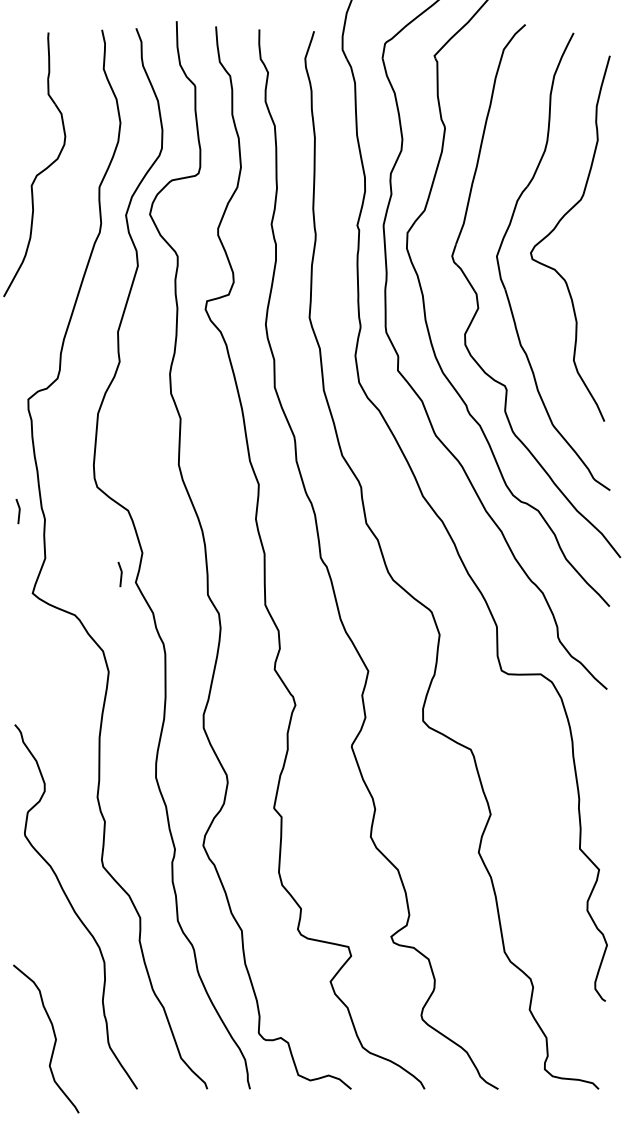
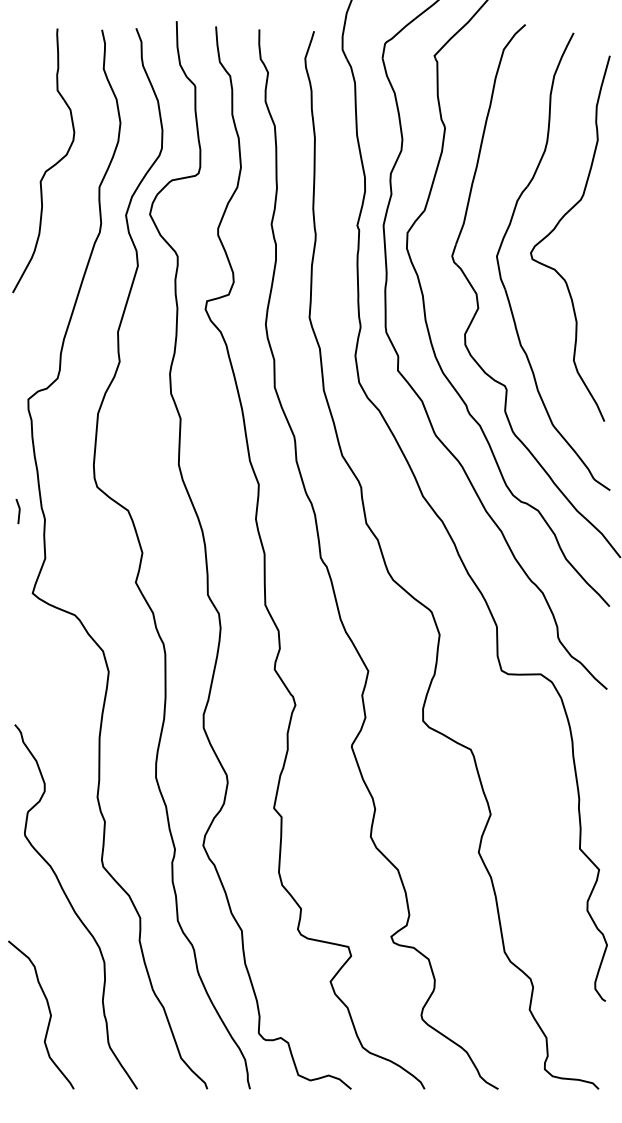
part at (40, 171) position: (40, 171) -> (49, 167)
line at (120, 574): present -> none
curve at (54, 1038) position: (54, 1038) -> (49, 1014)
